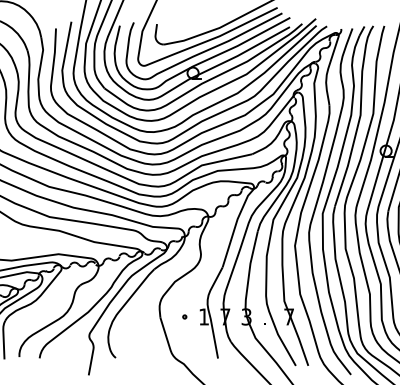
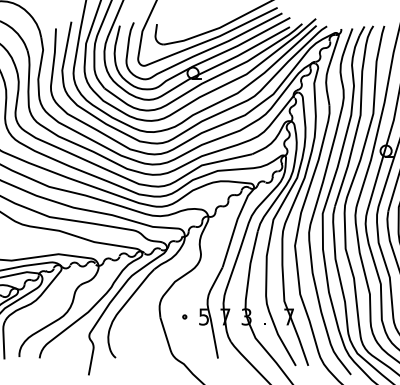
text at (203, 316): 1 -> 5
